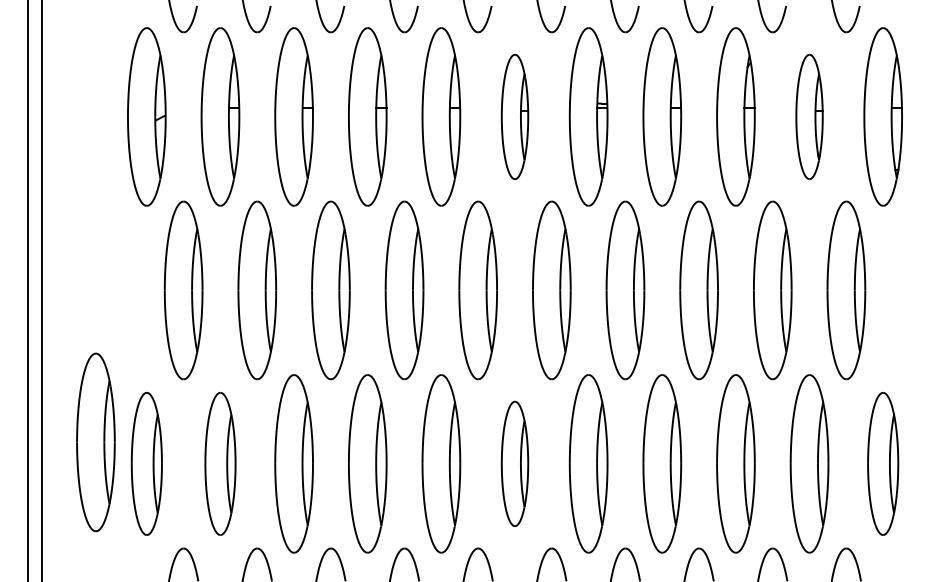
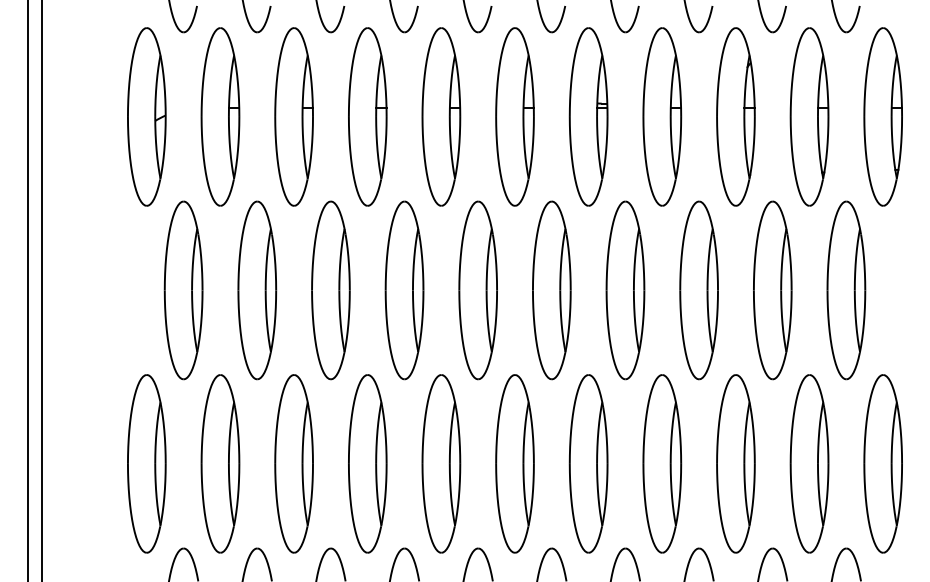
part at (514, 116) size: 30x127 px -> 40x180 px
part at (809, 116) size: 29x127 px -> 41x180 px
part at (95, 442): present -> none
part at (146, 463) size: 33x144 px -> 40x180 px
part at (220, 463) size: 33x144 px -> 41x180 px
part at (514, 463) size: 30x127 px -> 40x180 px
part at (883, 463) size: 33x144 px -> 40x180 px
